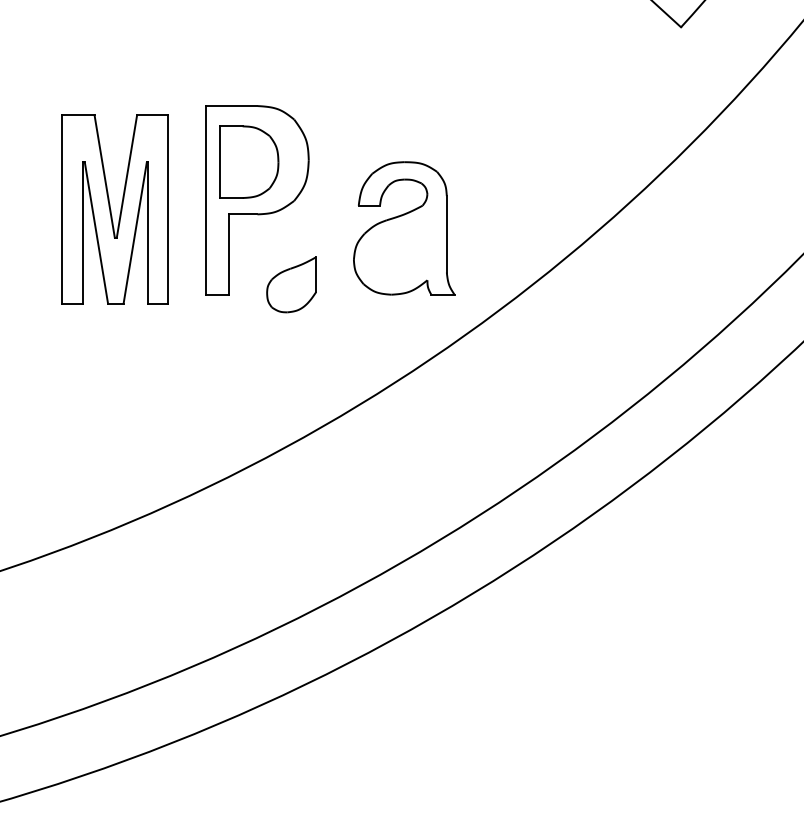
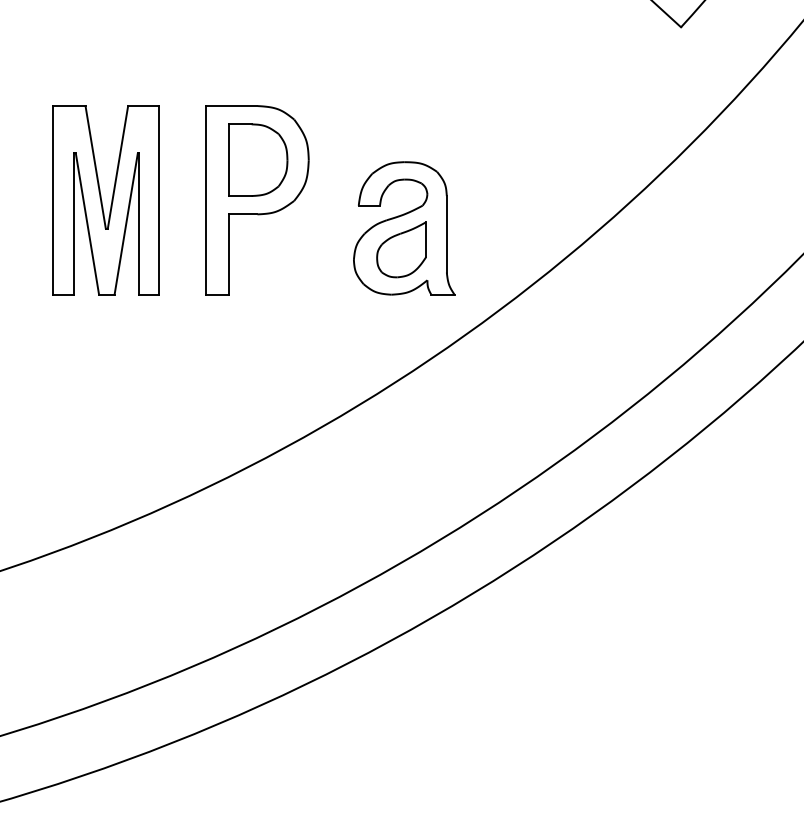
part at (249, 161) position: (249, 161) -> (258, 159)
part at (114, 209) position: (114, 209) -> (105, 200)
part at (291, 284) position: (291, 284) -> (401, 249)
